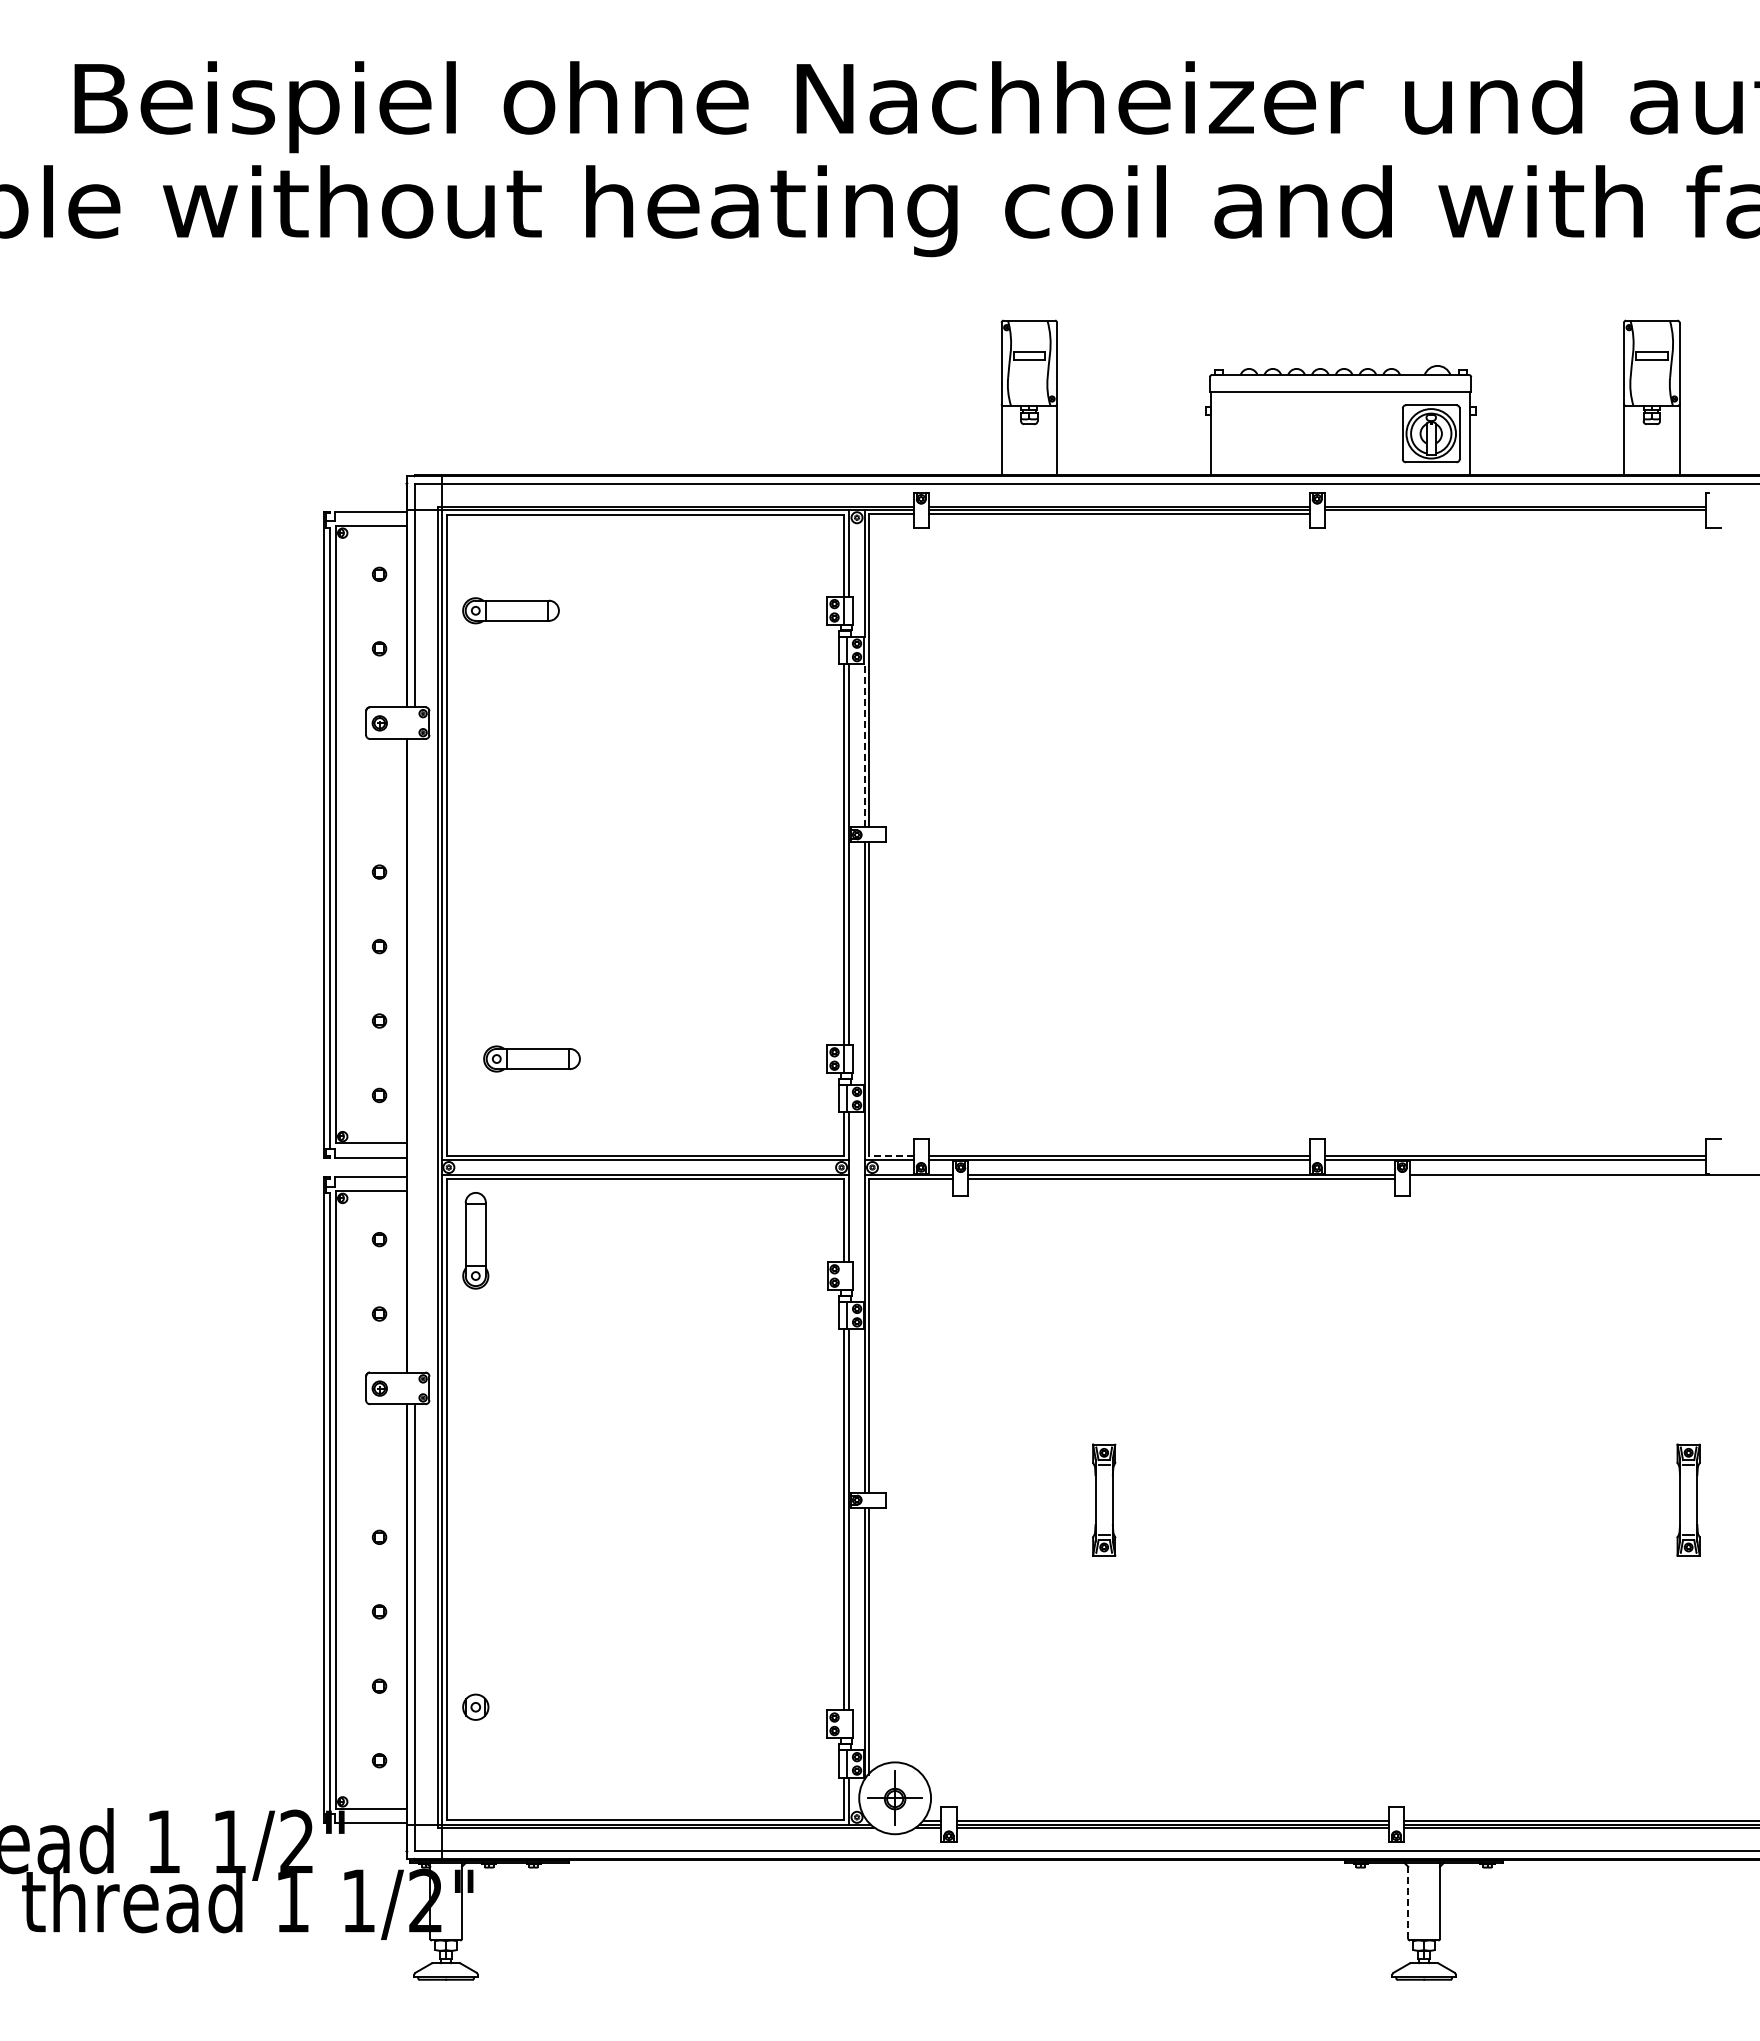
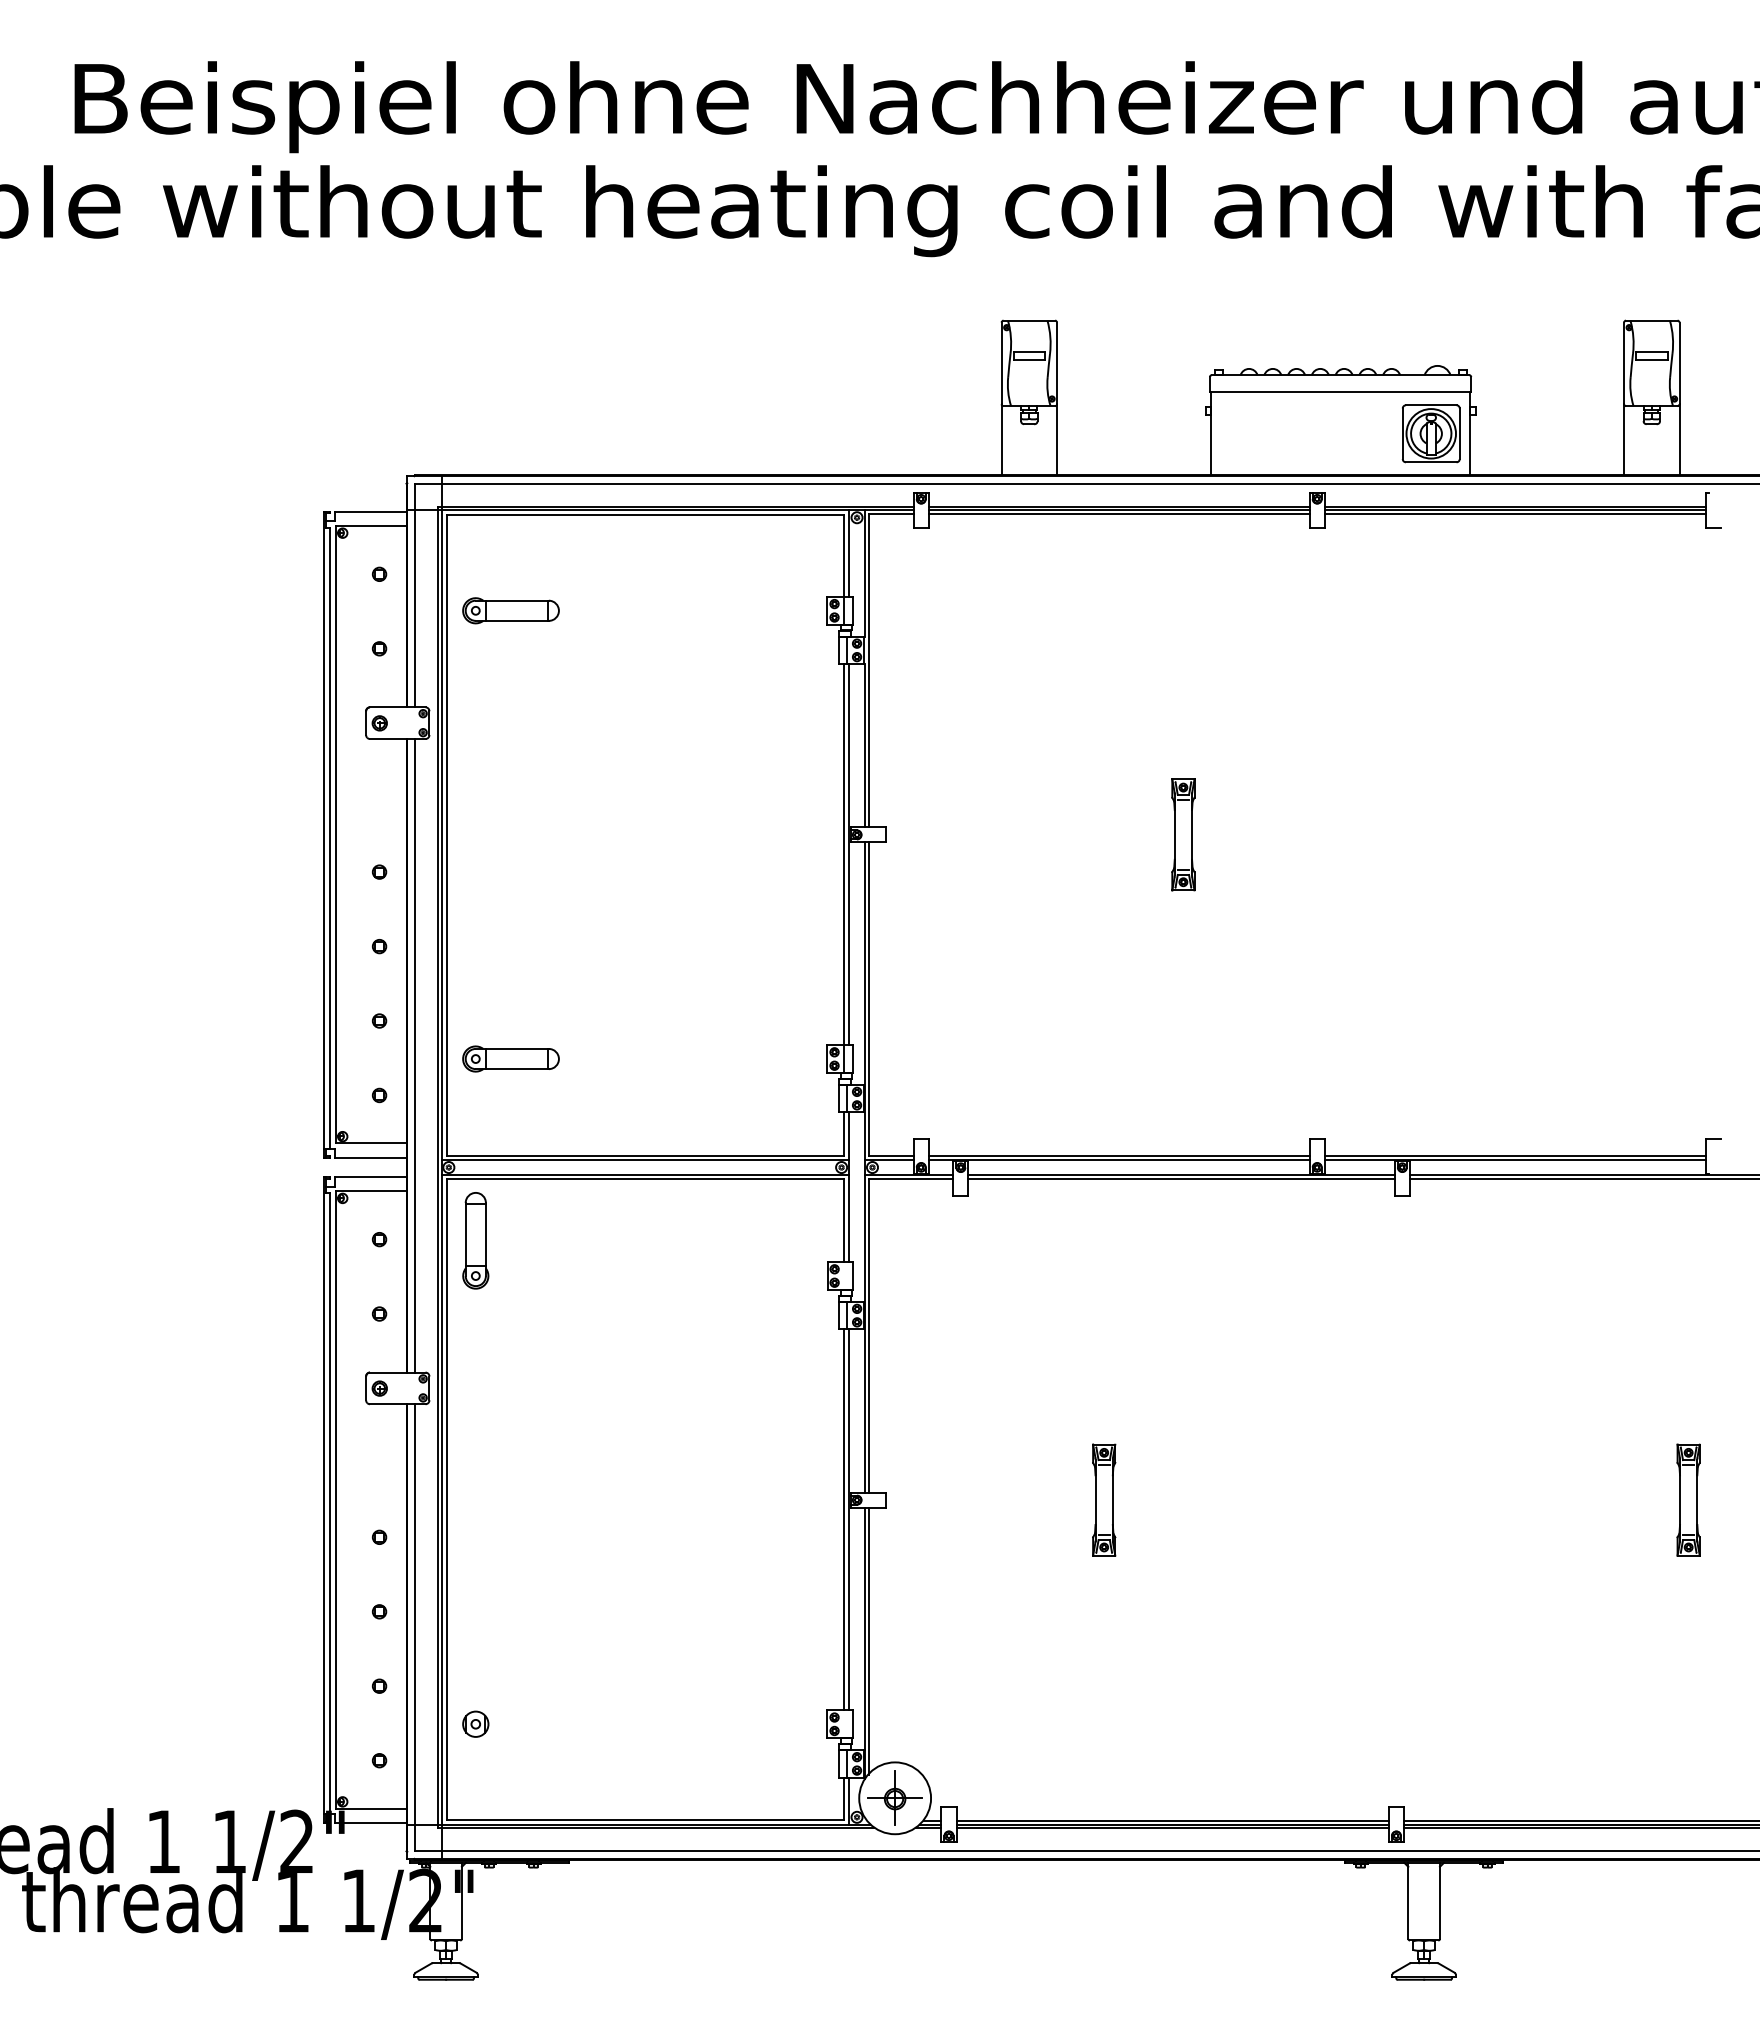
line at (1514, 513): none -> present
line at (864, 745): dashed -> solid
part at (1183, 834): none -> present
line at (414, 1055): none -> present
part at (531, 1058) position: (531, 1058) -> (510, 1058)
line at (891, 1155): dashed -> solid
line at (1582, 1179): none -> present
part at (475, 1706) position: (475, 1706) -> (475, 1723)
line at (1408, 1900): dashed -> solid
